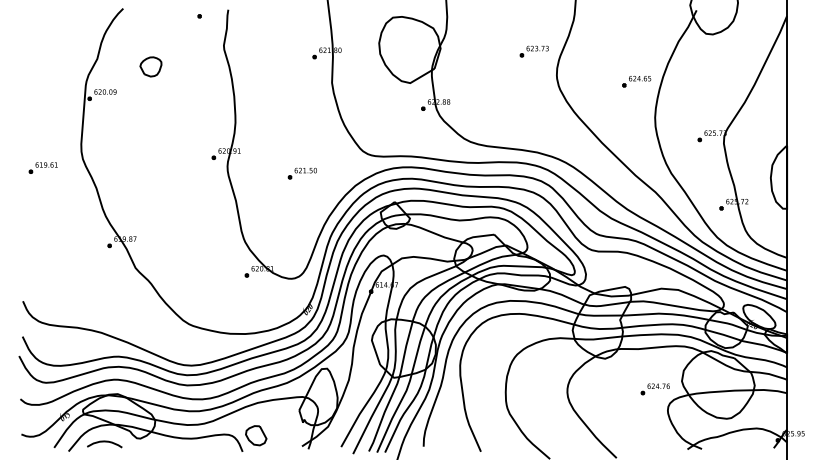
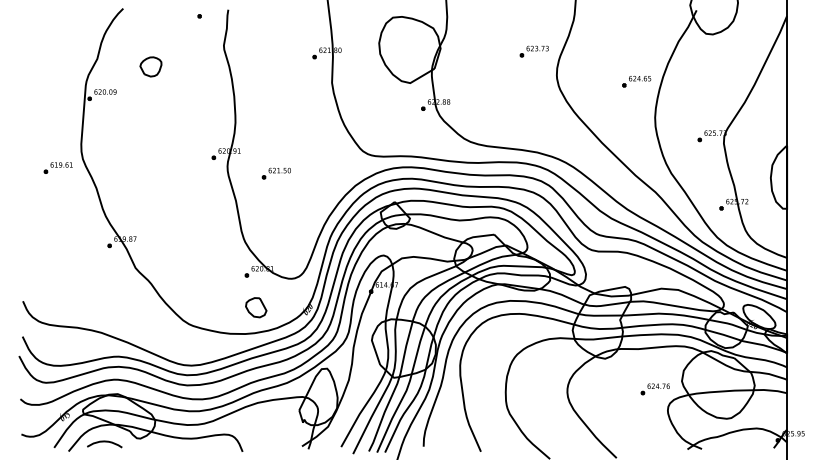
part at (42, 167) position: (42, 167) -> (57, 167)
part at (301, 173) position: (301, 173) -> (275, 173)
part at (256, 435) position: (256, 435) -> (256, 307)
